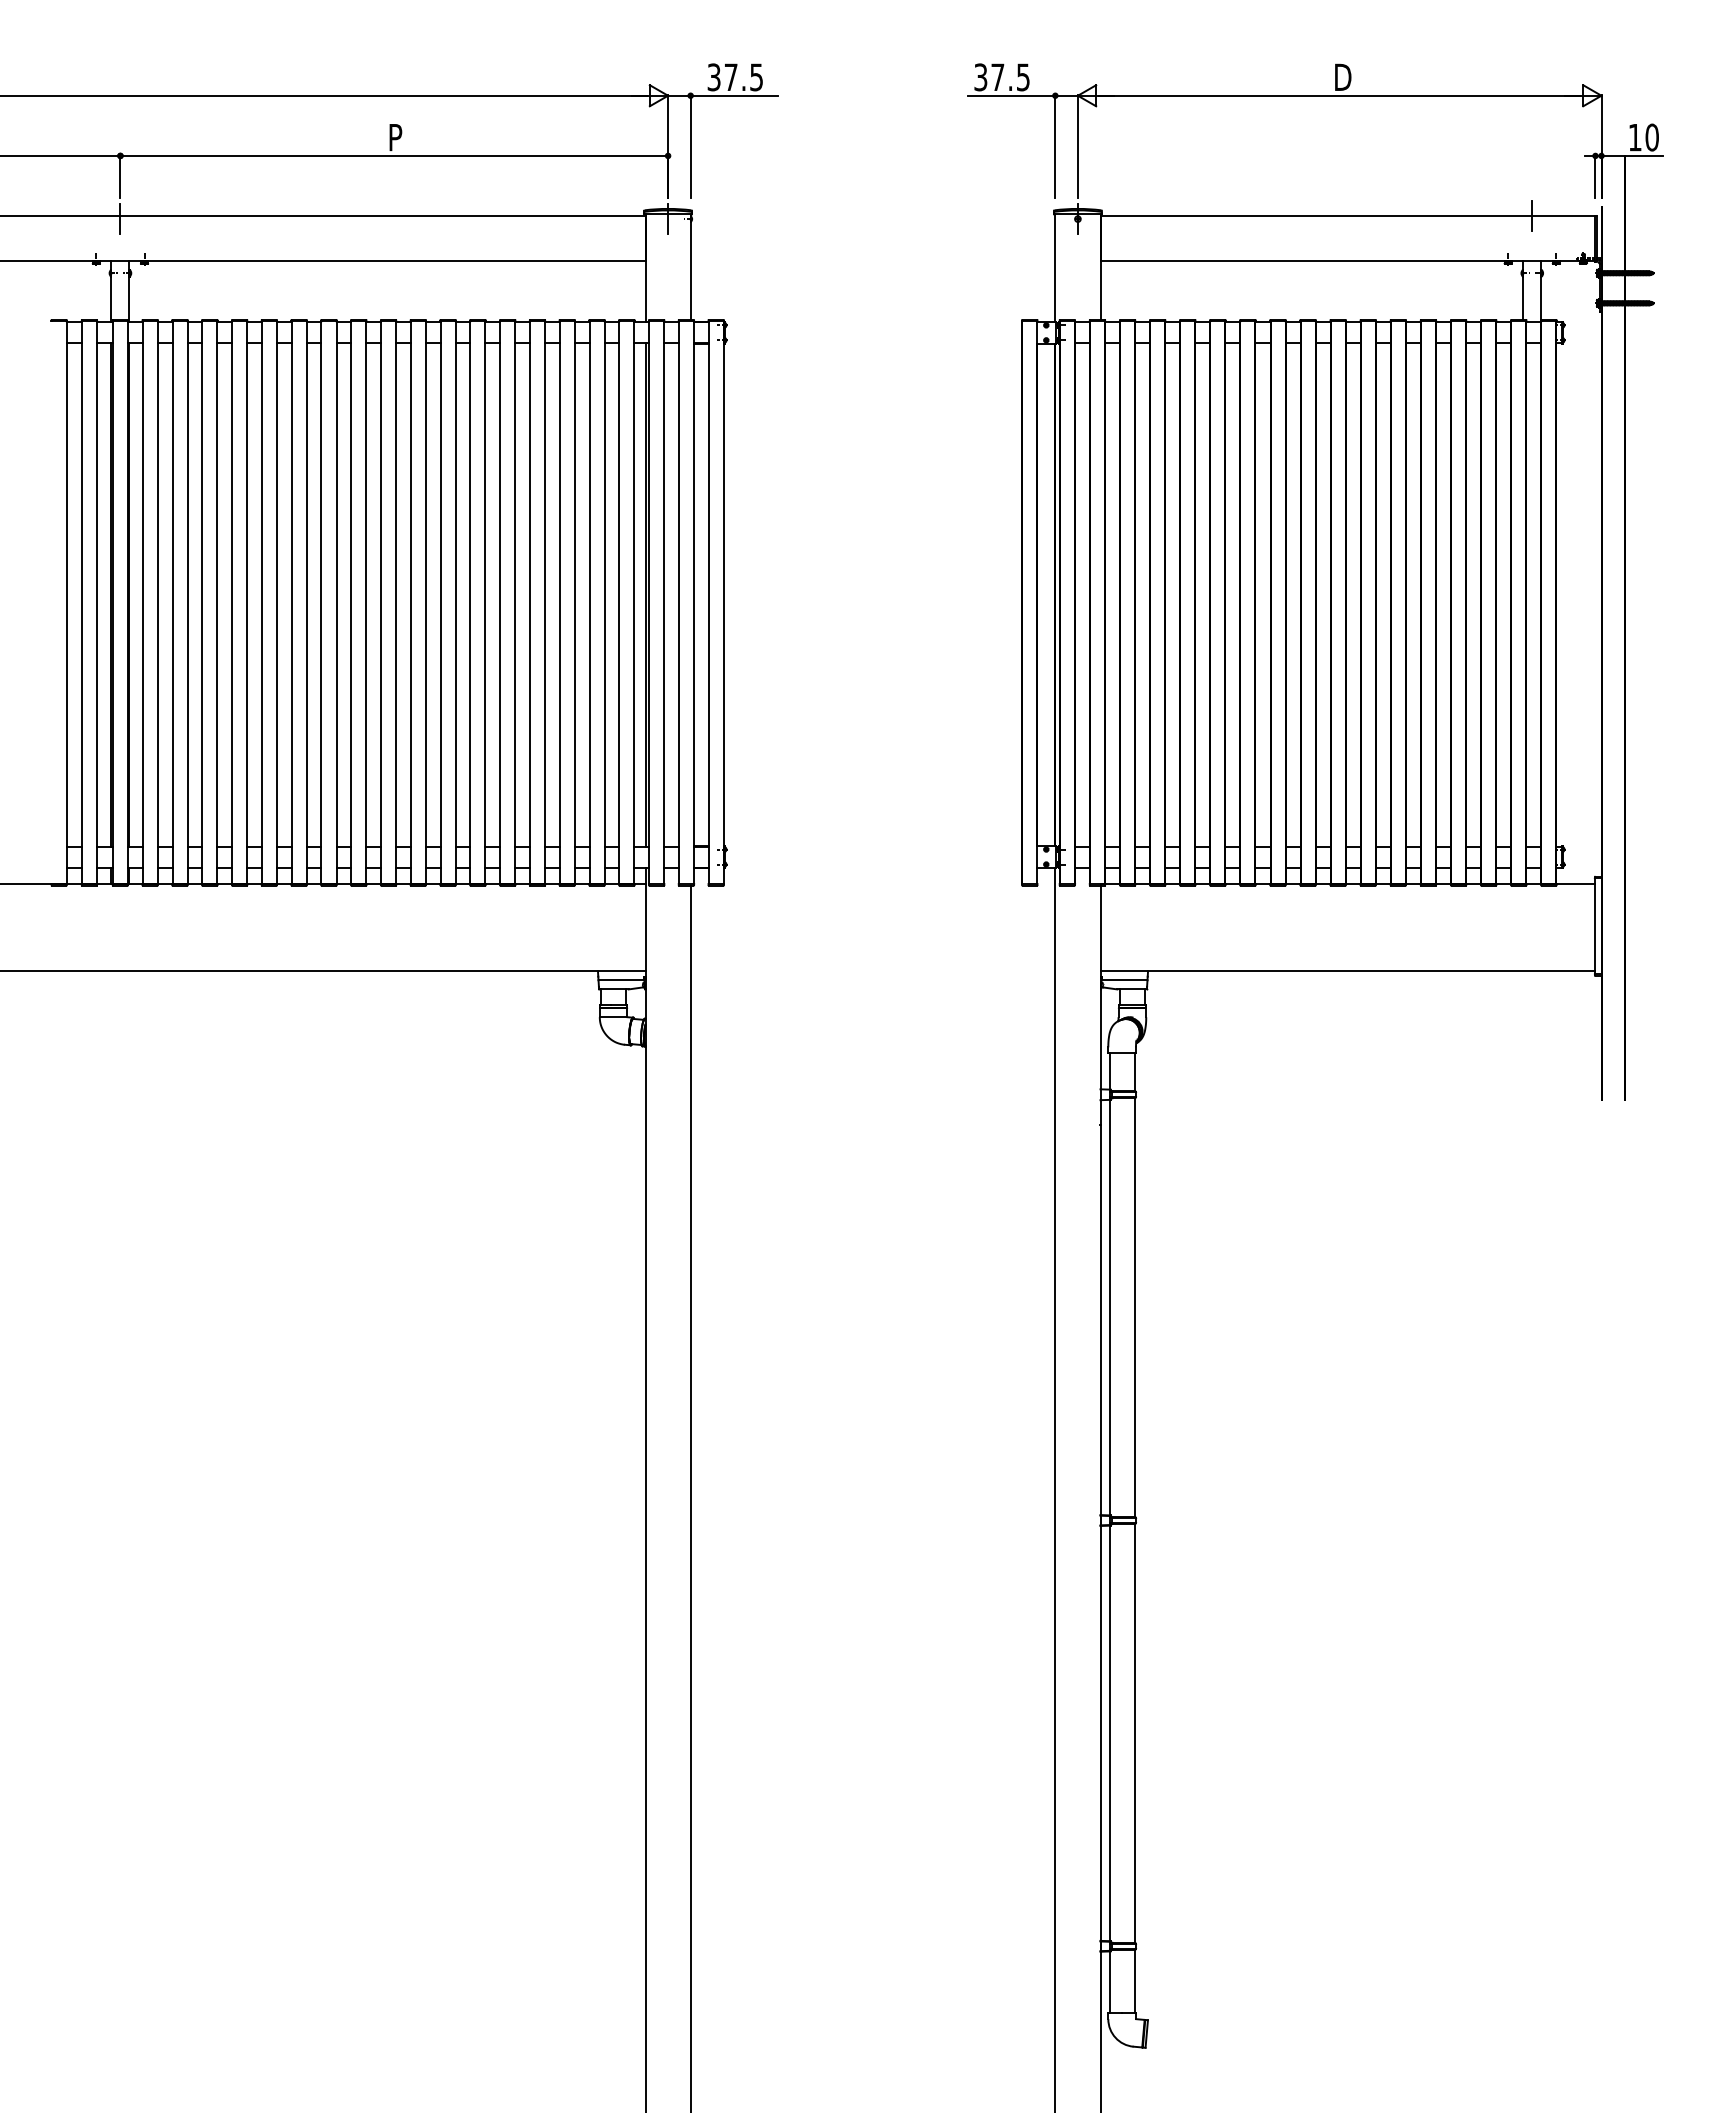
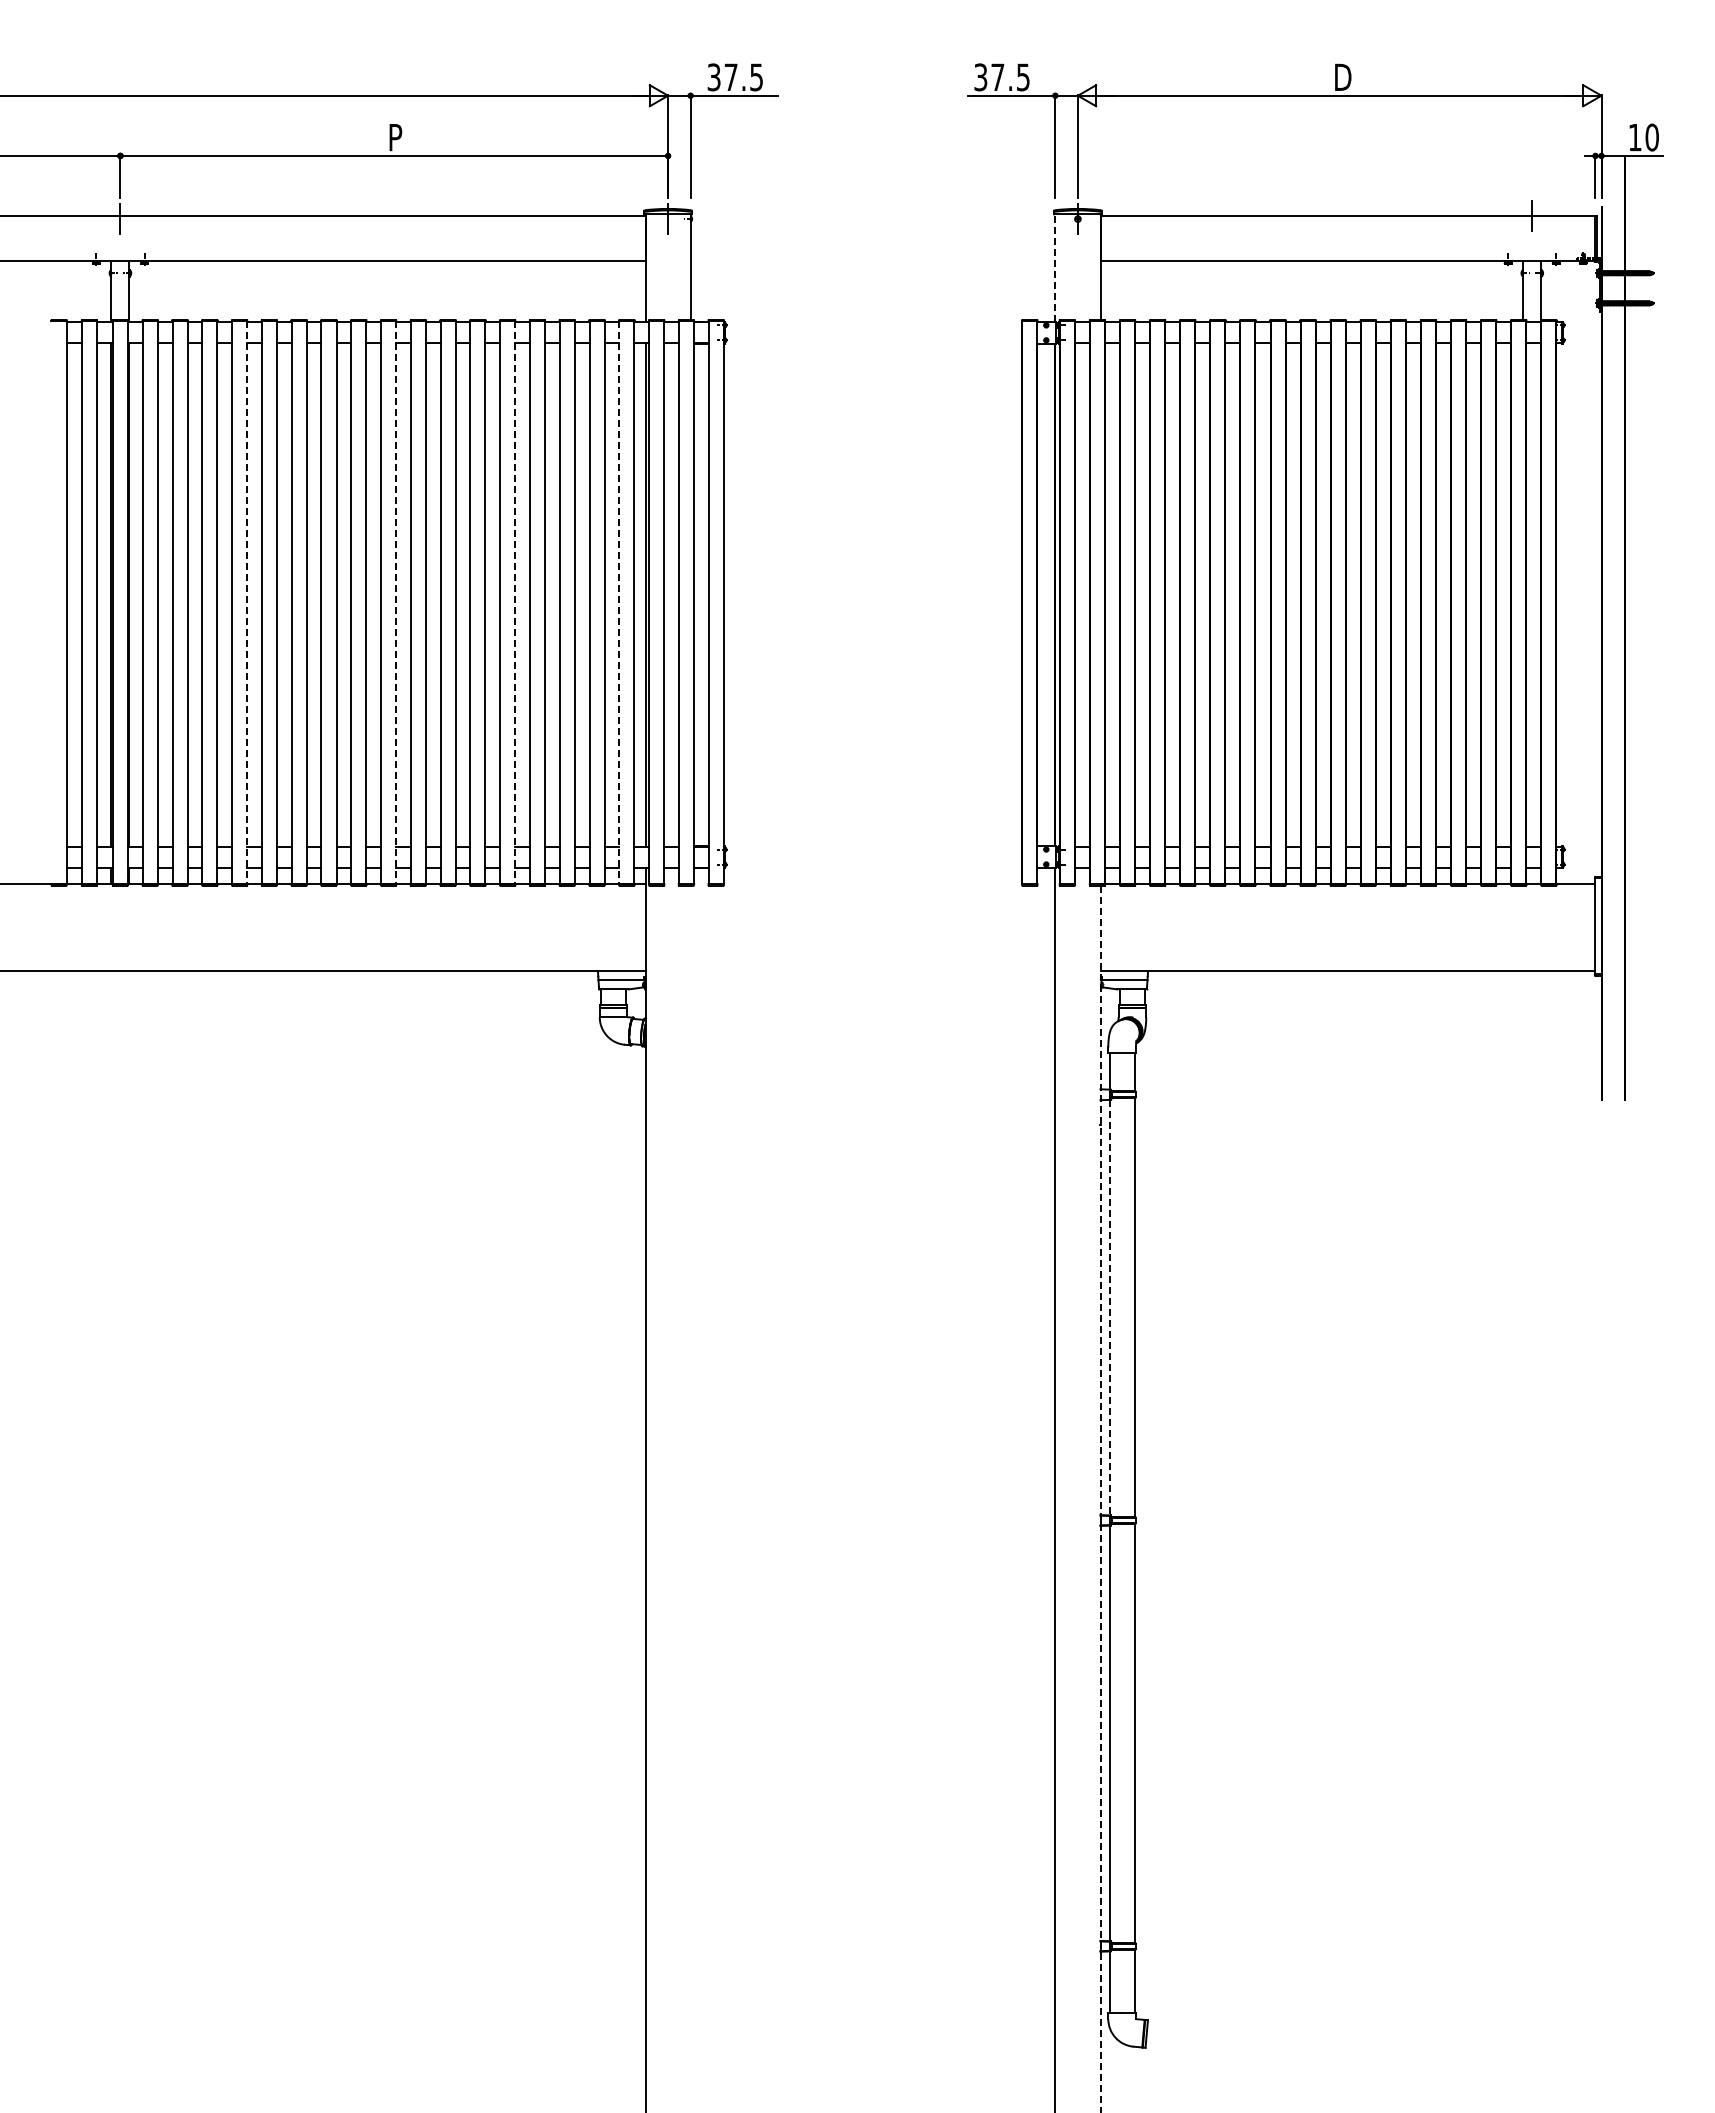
line at (1055, 268): solid -> dashed
line at (247, 603): solid -> dashed
line at (396, 603): solid -> dashed
line at (515, 603): solid -> dashed
line at (619, 603): solid -> dashed
line at (1109, 1307): solid -> dashed
line at (690, 1497): present -> none
line at (1100, 1498): solid -> dashed
